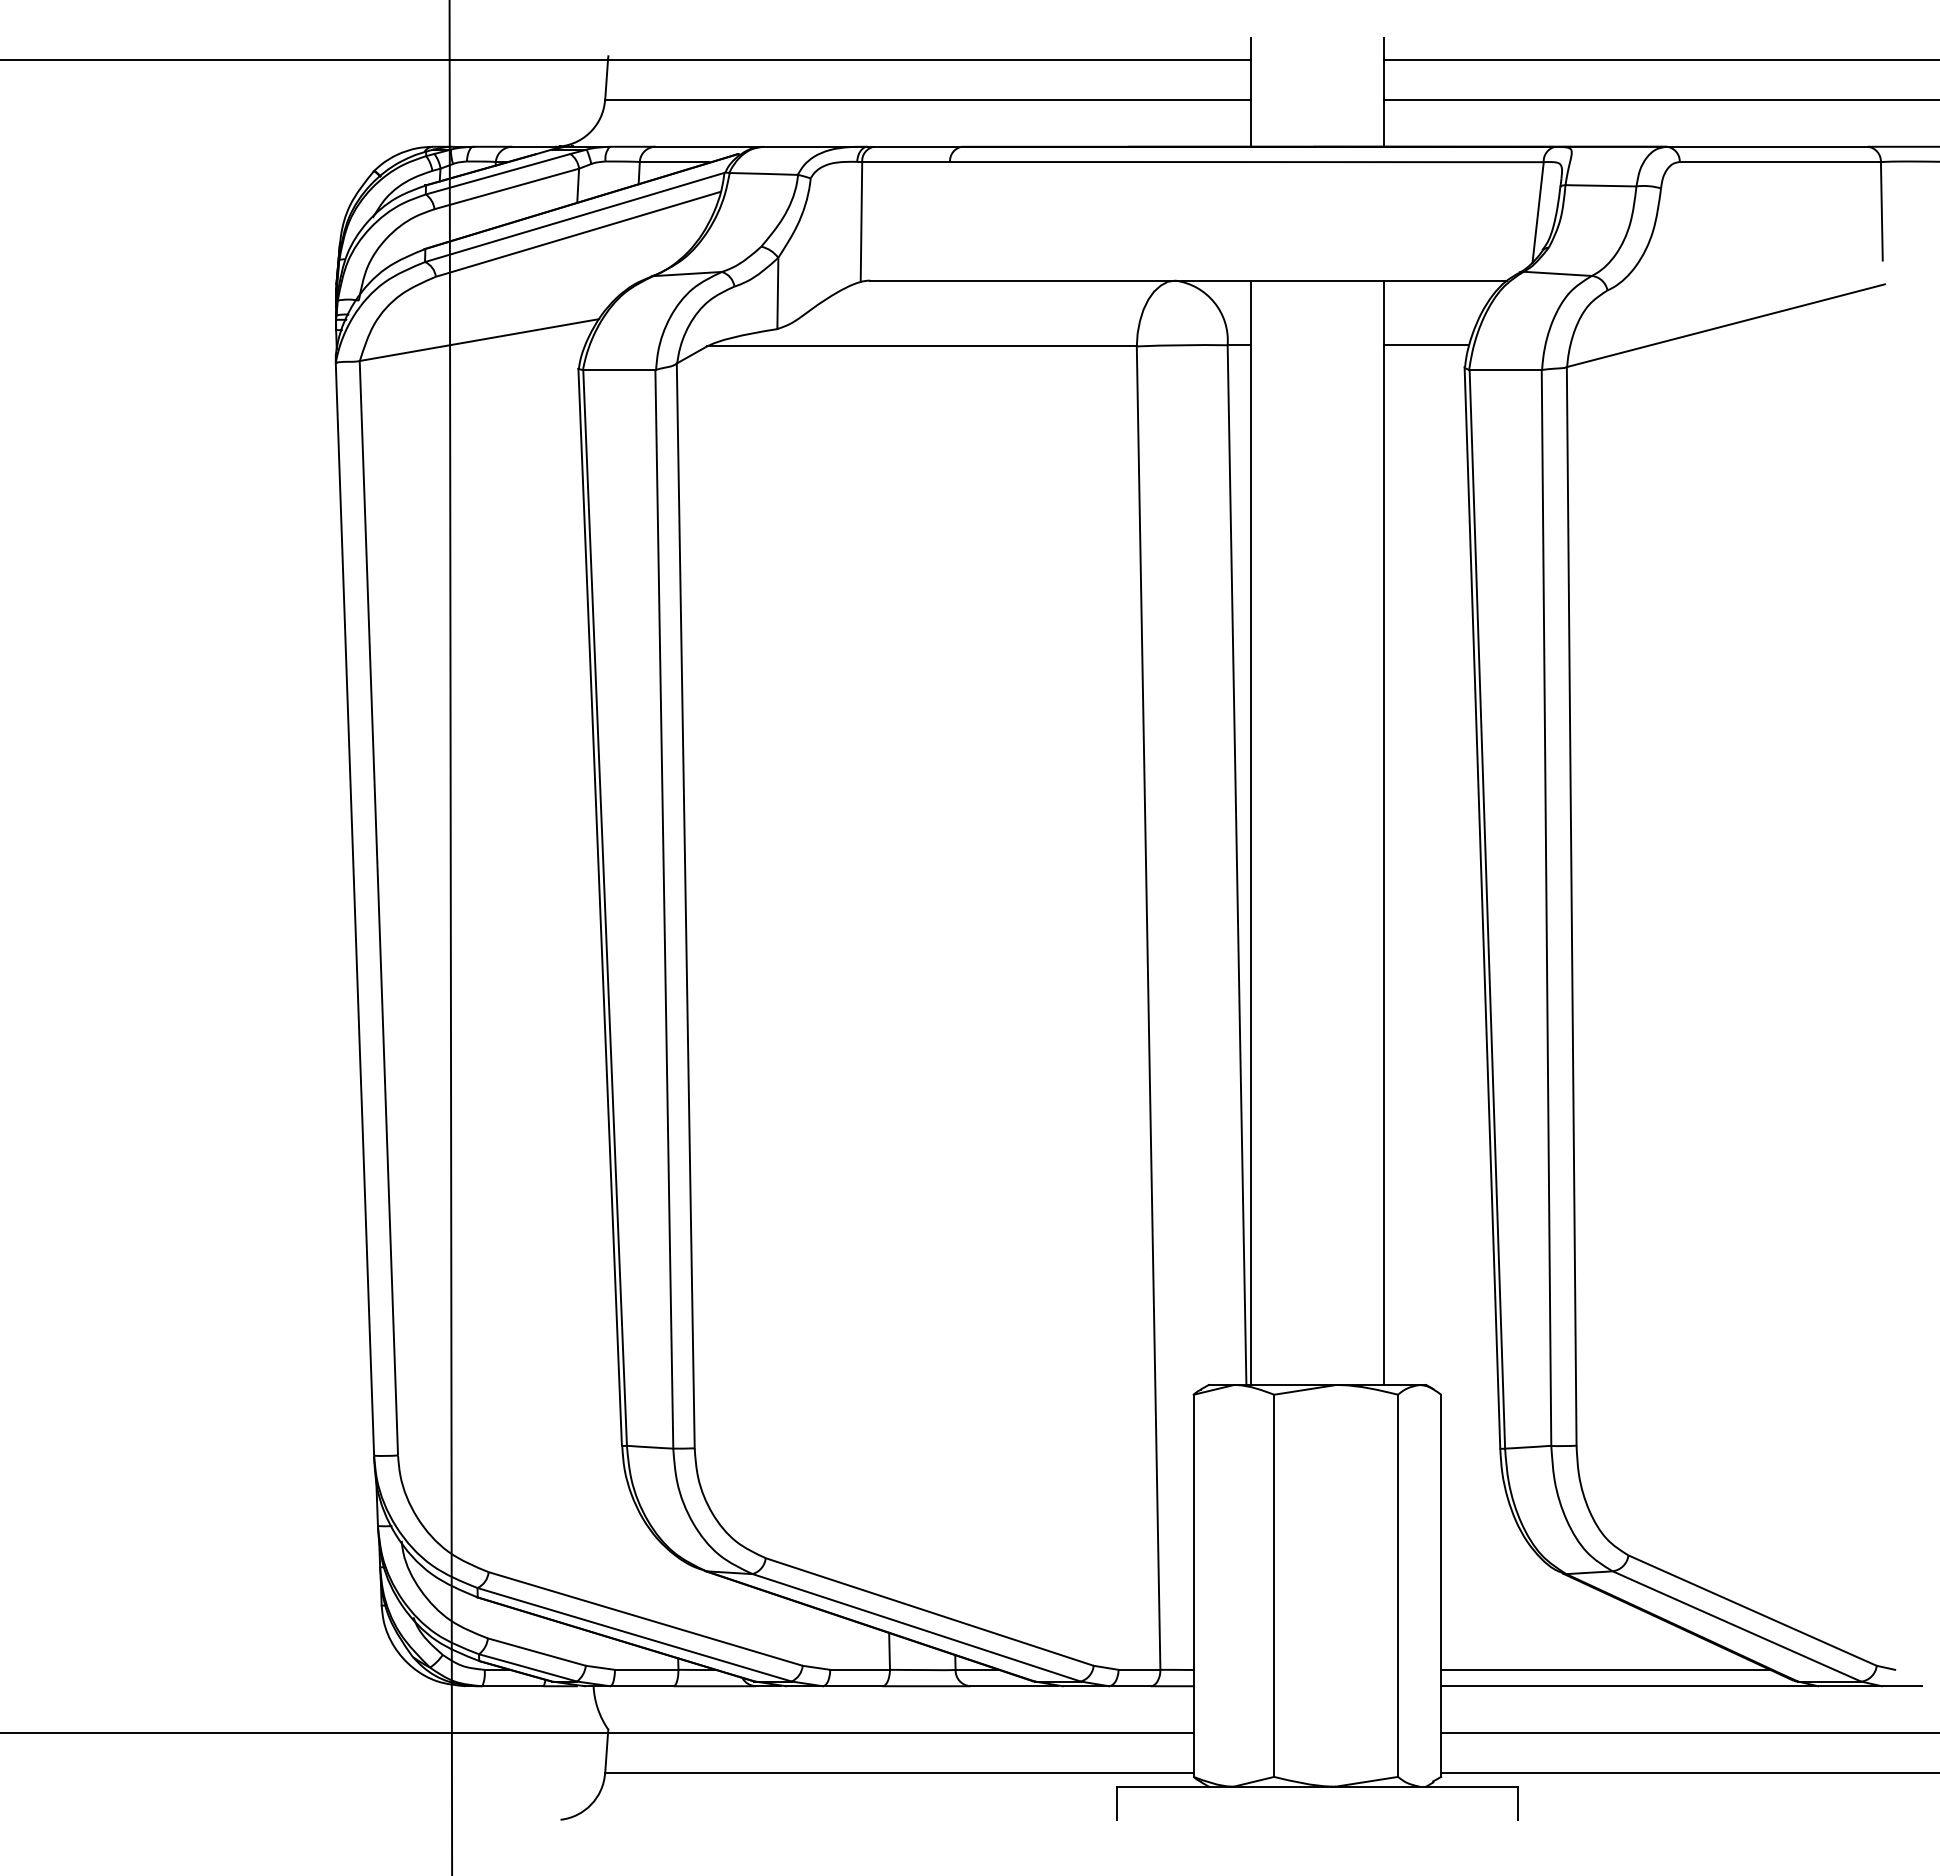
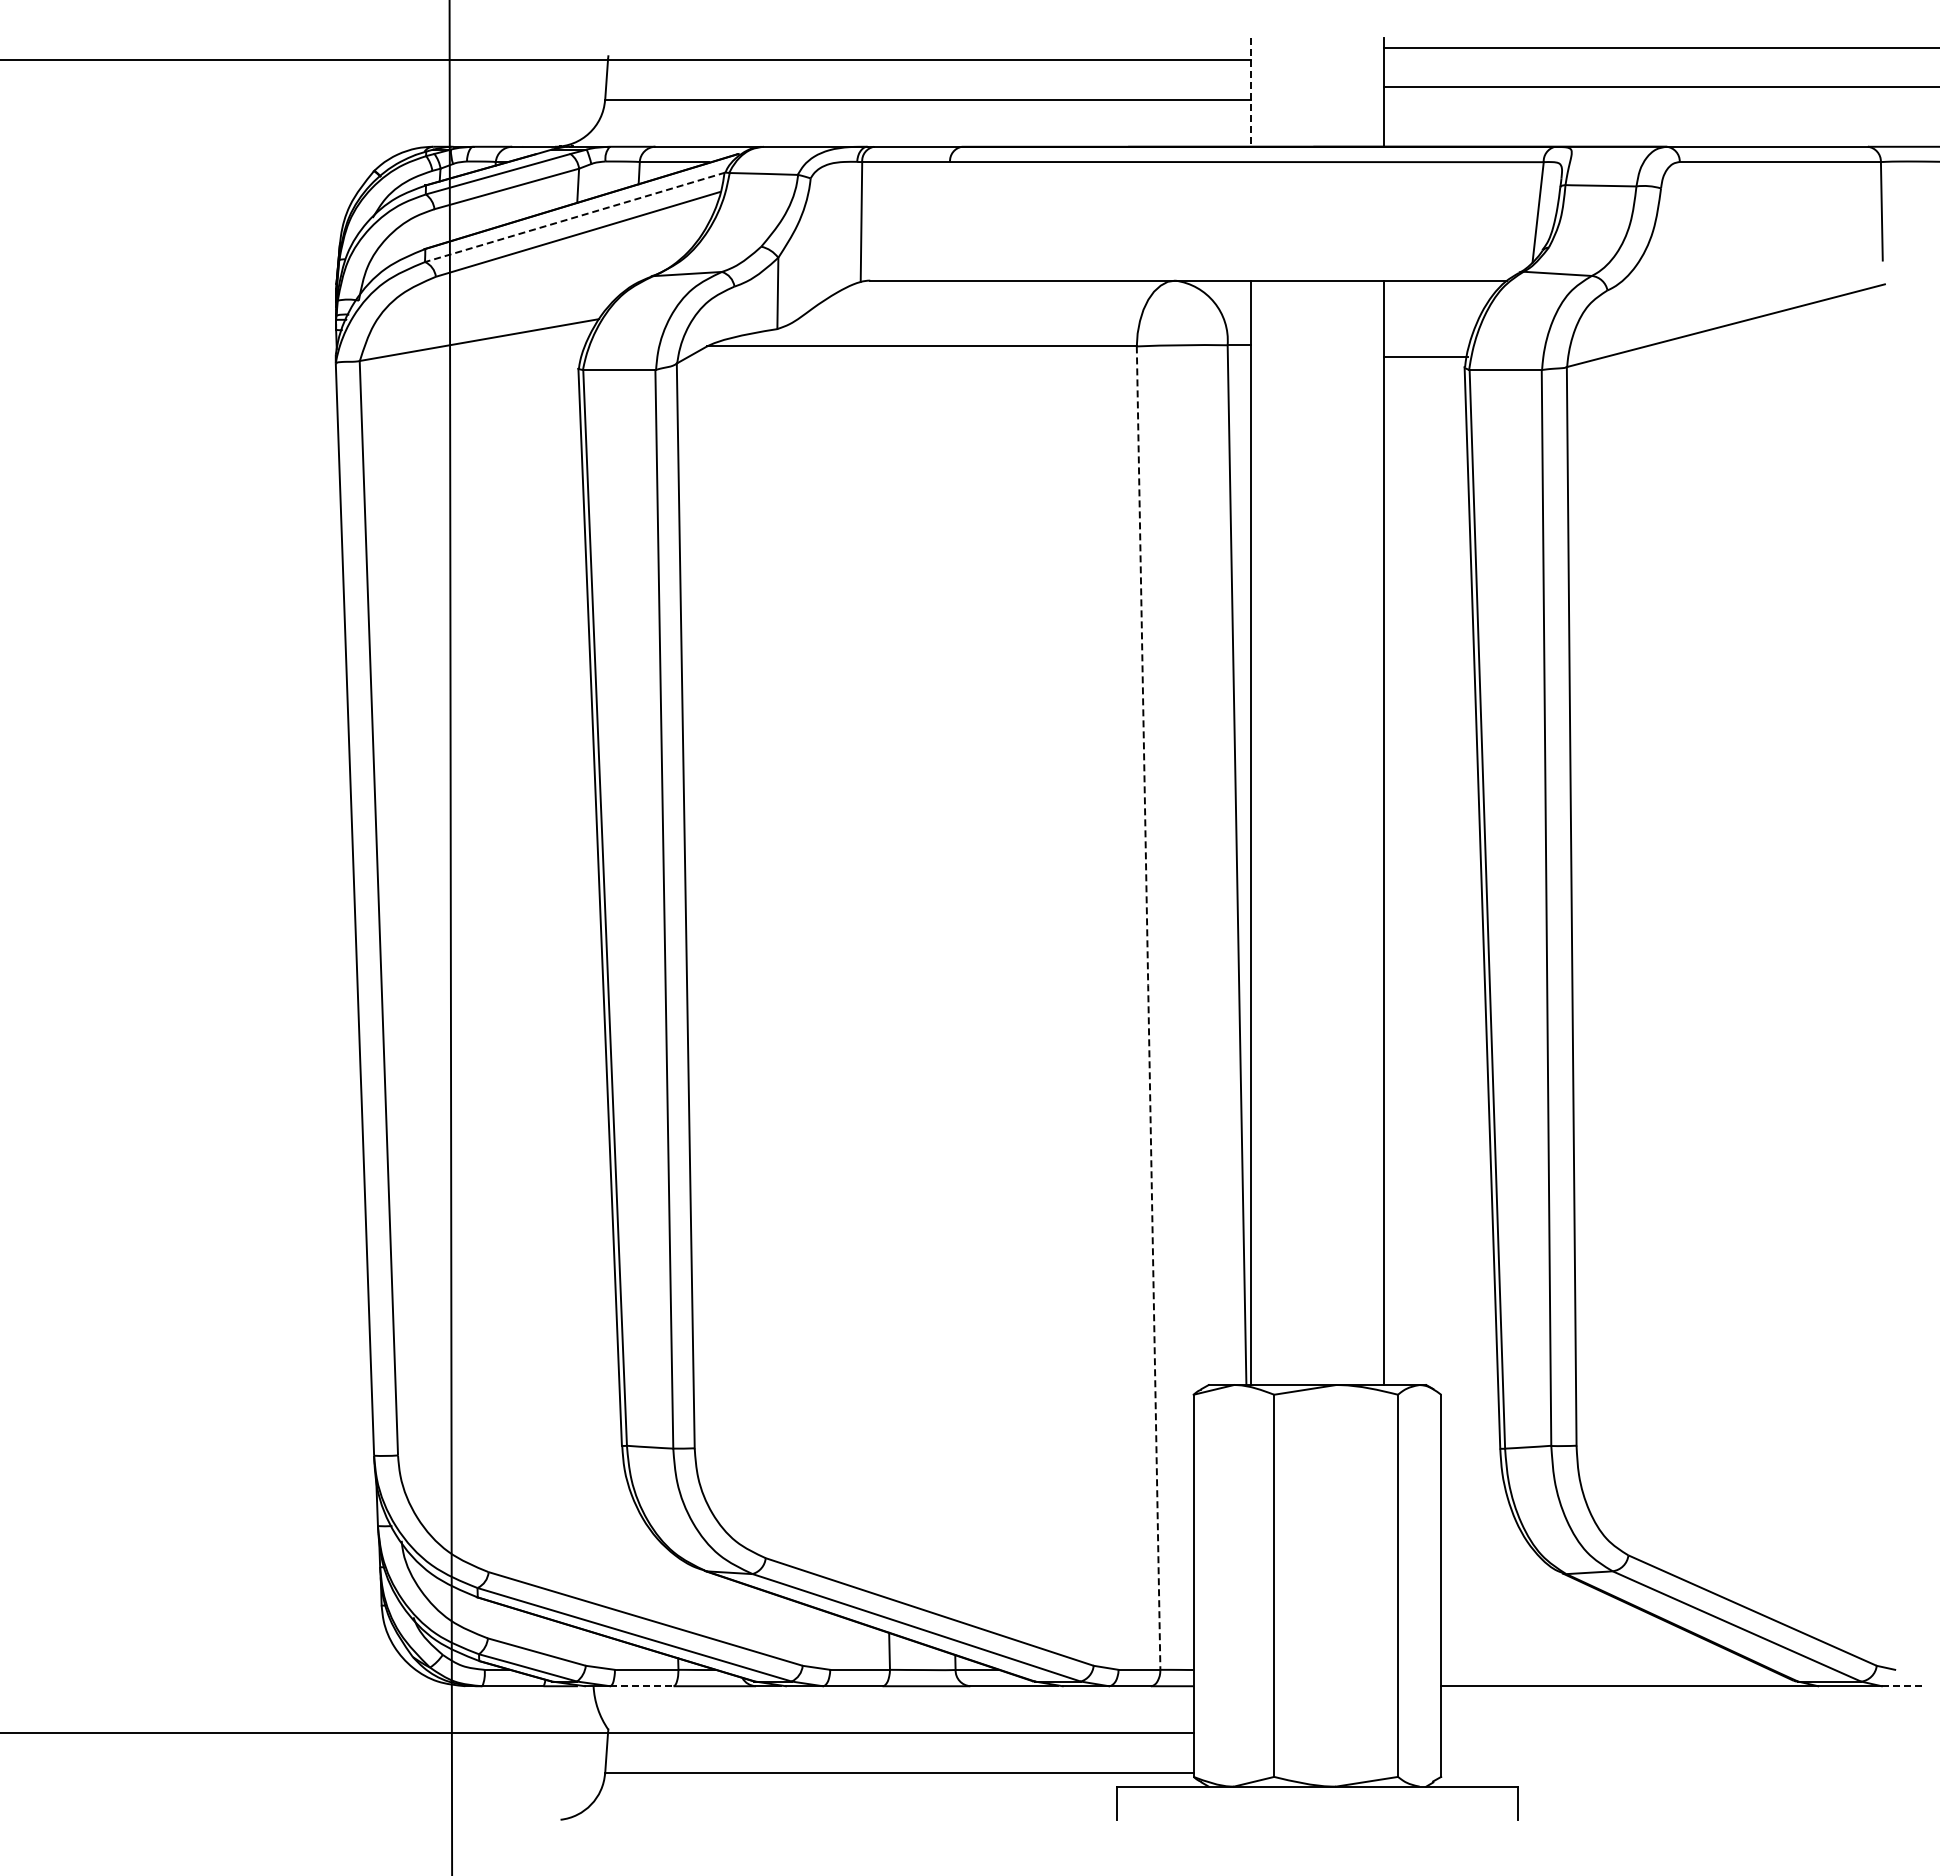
line at (1660, 59) position: (1660, 59) -> (1660, 47)
line at (1250, 92): solid -> dashed
line at (1660, 100) position: (1660, 100) -> (1660, 87)
line at (575, 217): solid -> dashed
line at (1425, 345) position: (1425, 345) -> (1425, 357)
line at (1148, 1007): solid -> dashed
line at (1605, 1670): present -> none
line at (641, 1686): solid -> dashed
line at (1902, 1686): solid -> dashed
line at (1688, 1732): present -> none
line at (1688, 1773): present -> none
